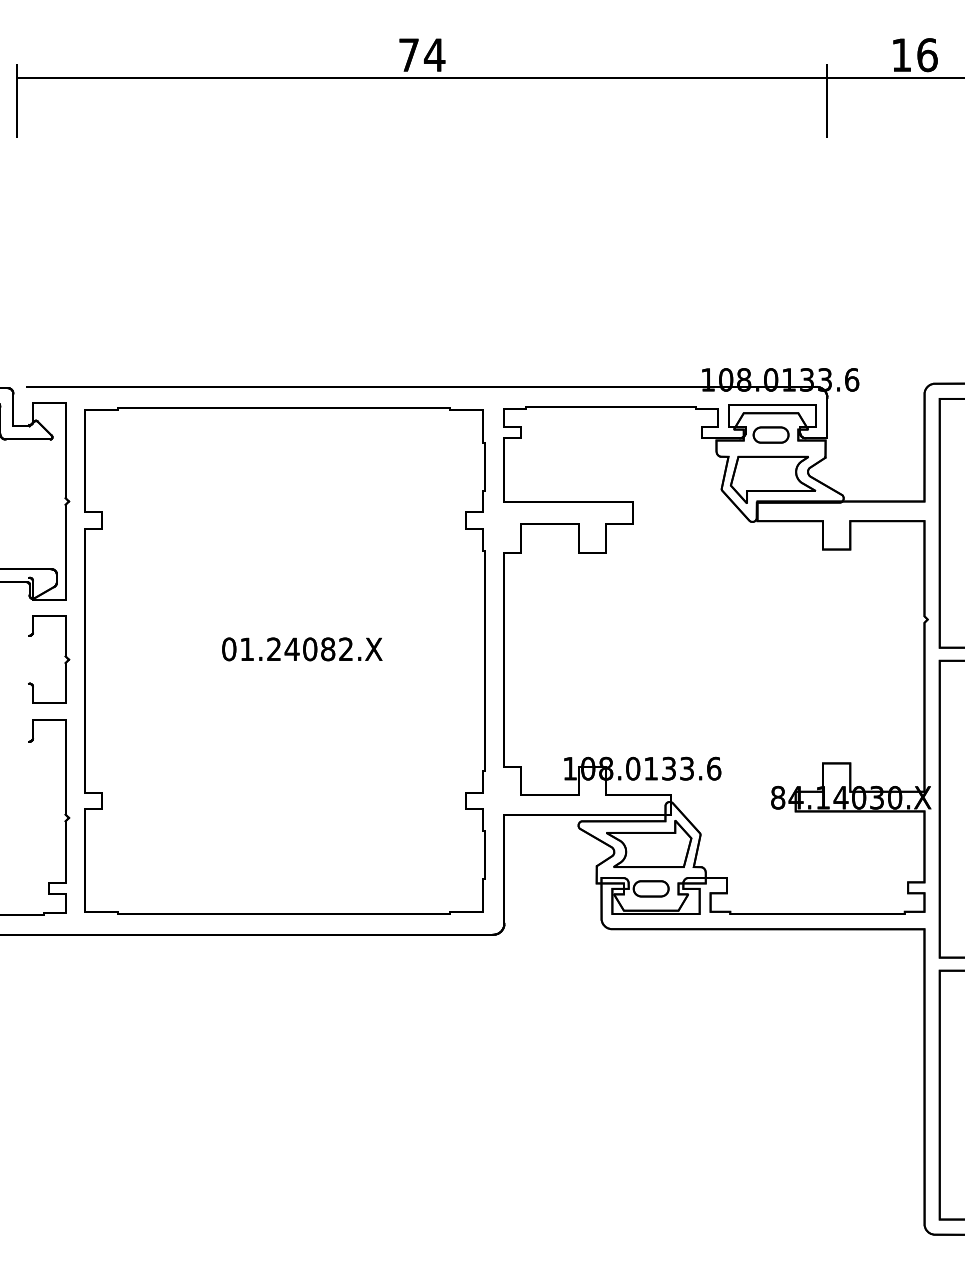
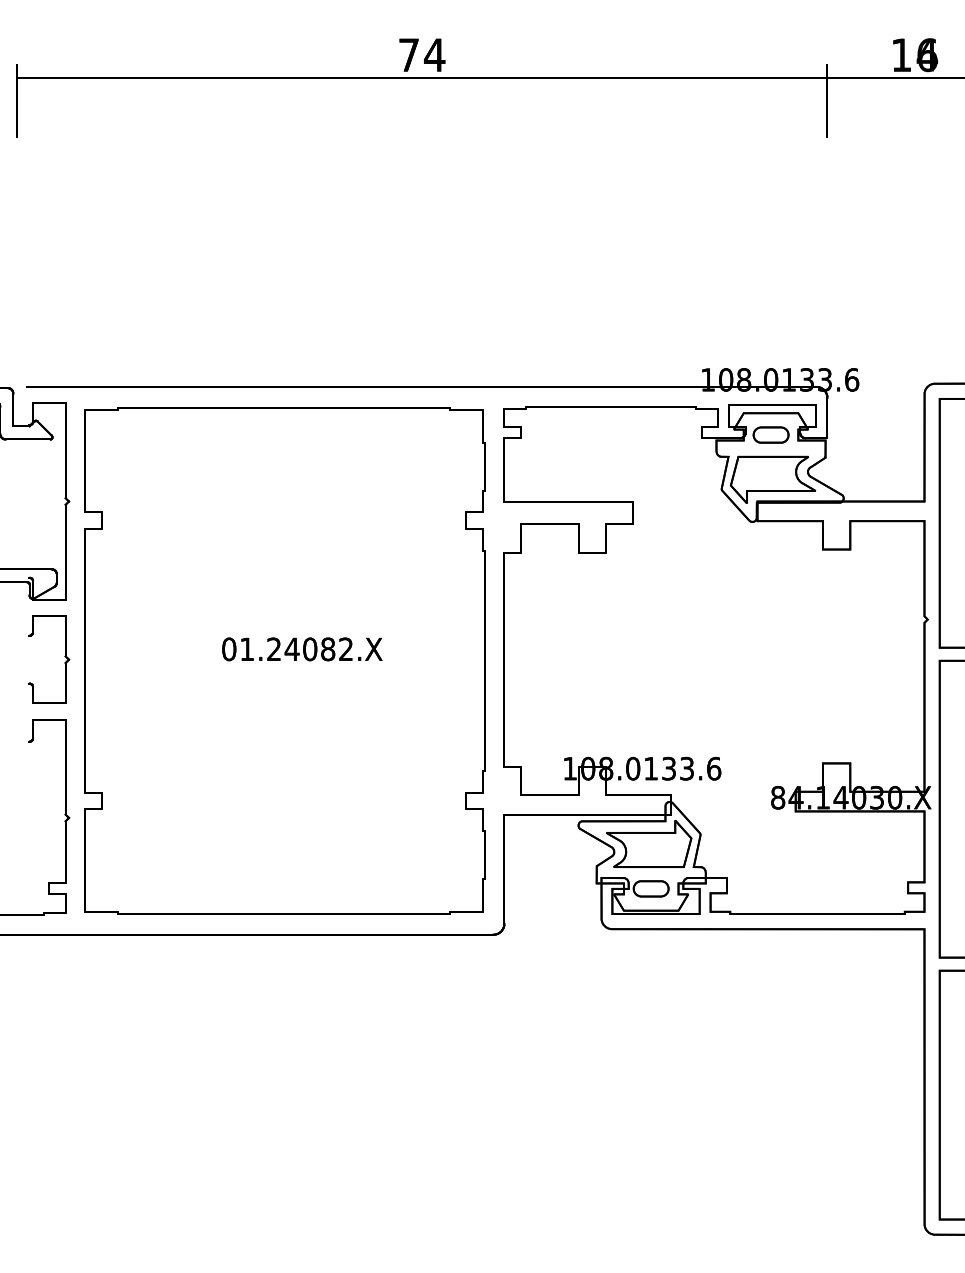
text at (927, 55): 16 -> 14
